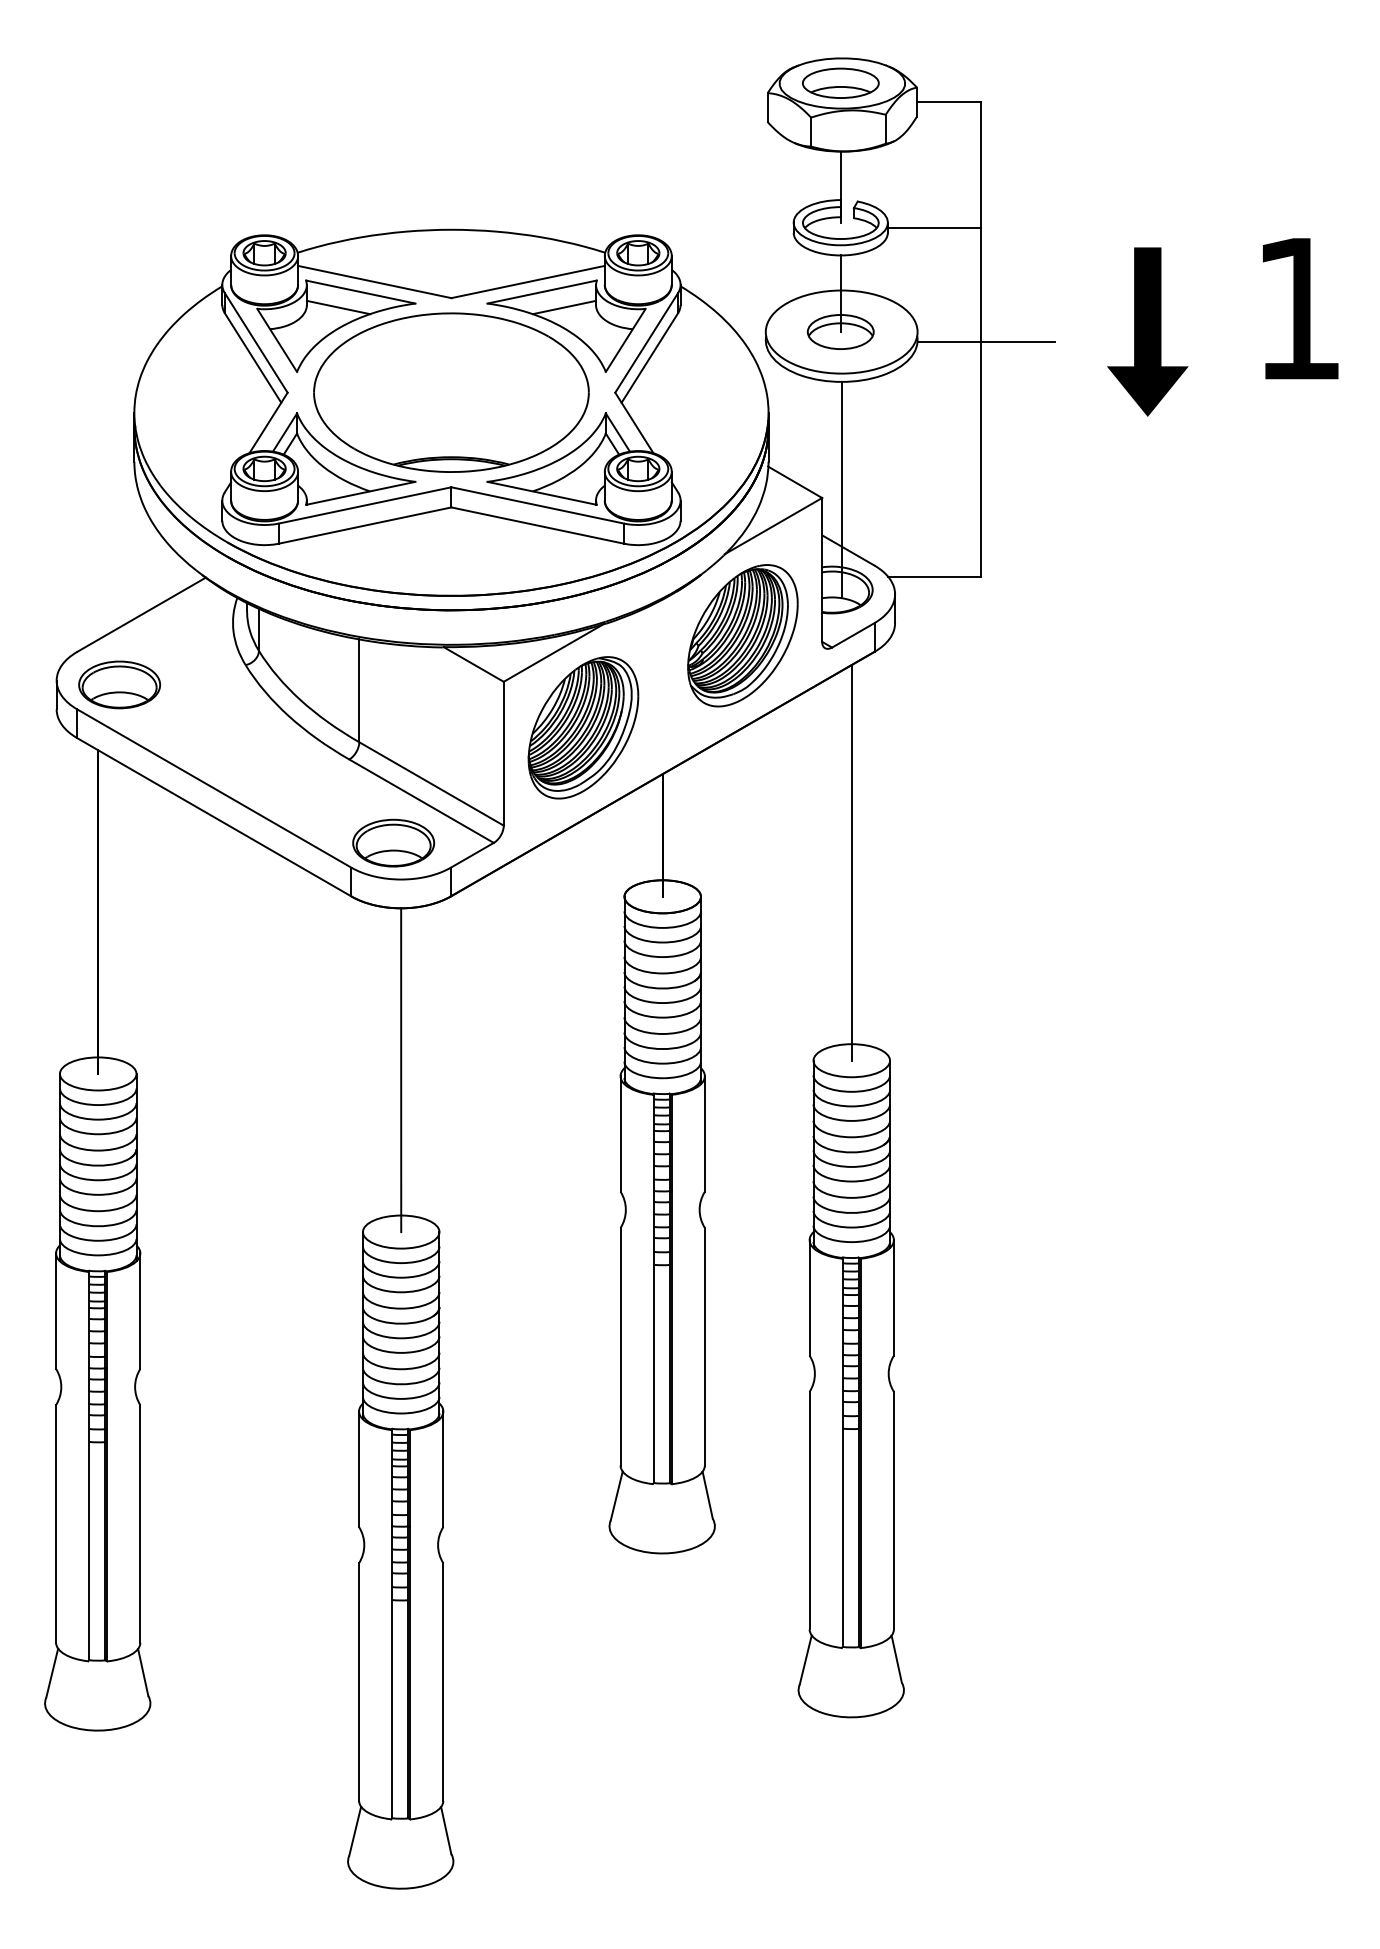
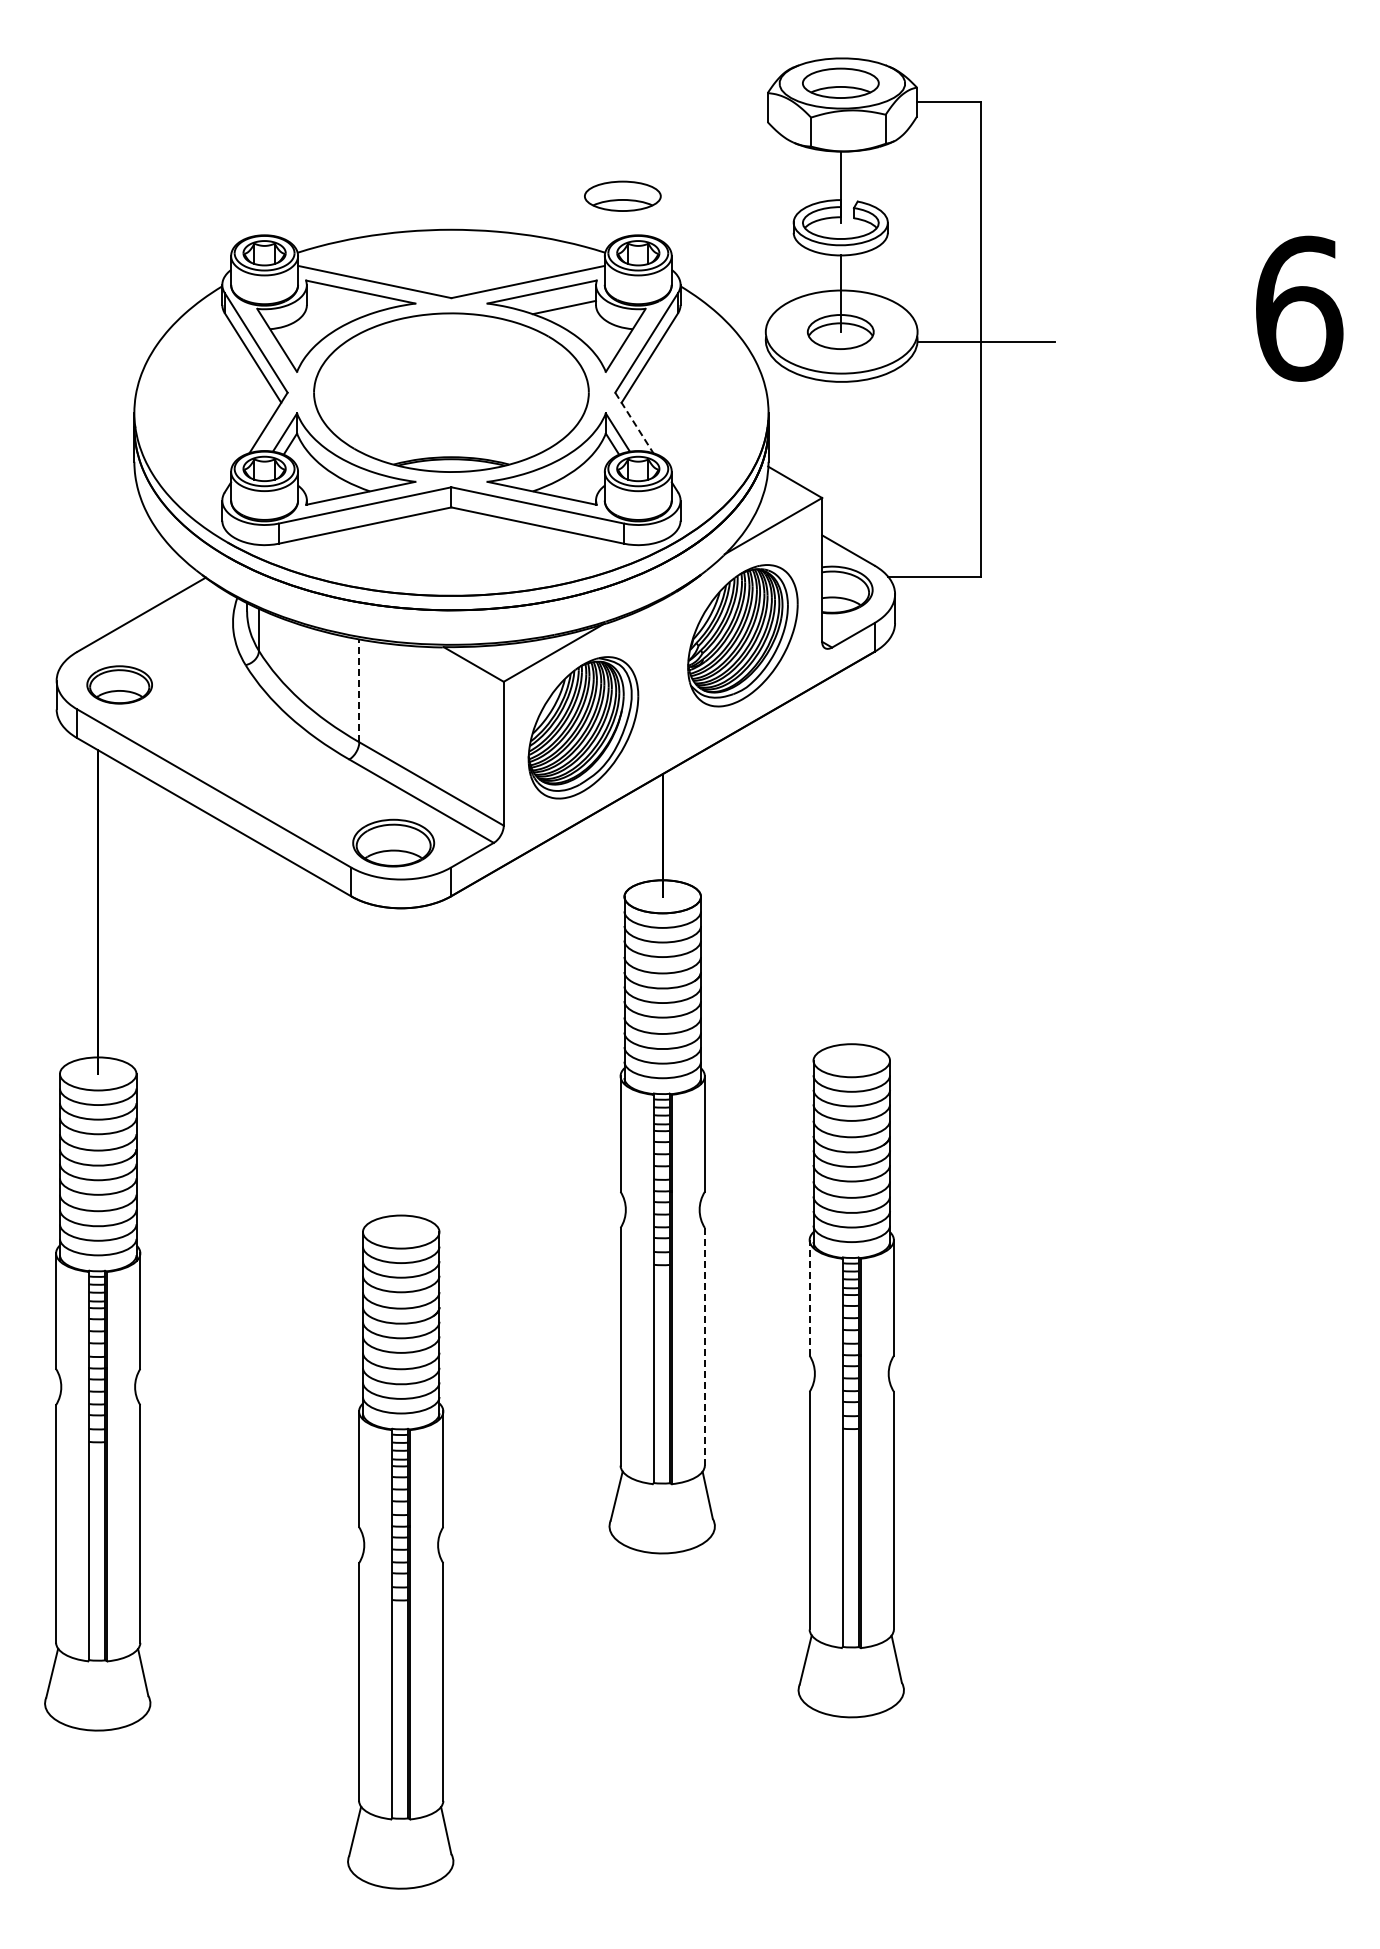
part at (622, 195): none -> present
line at (934, 227): present -> none
line at (338, 307): present -> none
text at (1299, 308): 1 -> 6
part at (1147, 331): present -> none
line at (634, 422): solid -> dashed
line at (841, 489): present -> none
part at (119, 684) size: 84x50 px -> 67x40 px
line at (359, 690): solid -> dashed
line at (851, 862): present -> none
line at (401, 1070): present -> none
line at (809, 1297): solid -> dashed
line at (704, 1346): solid -> dashed
